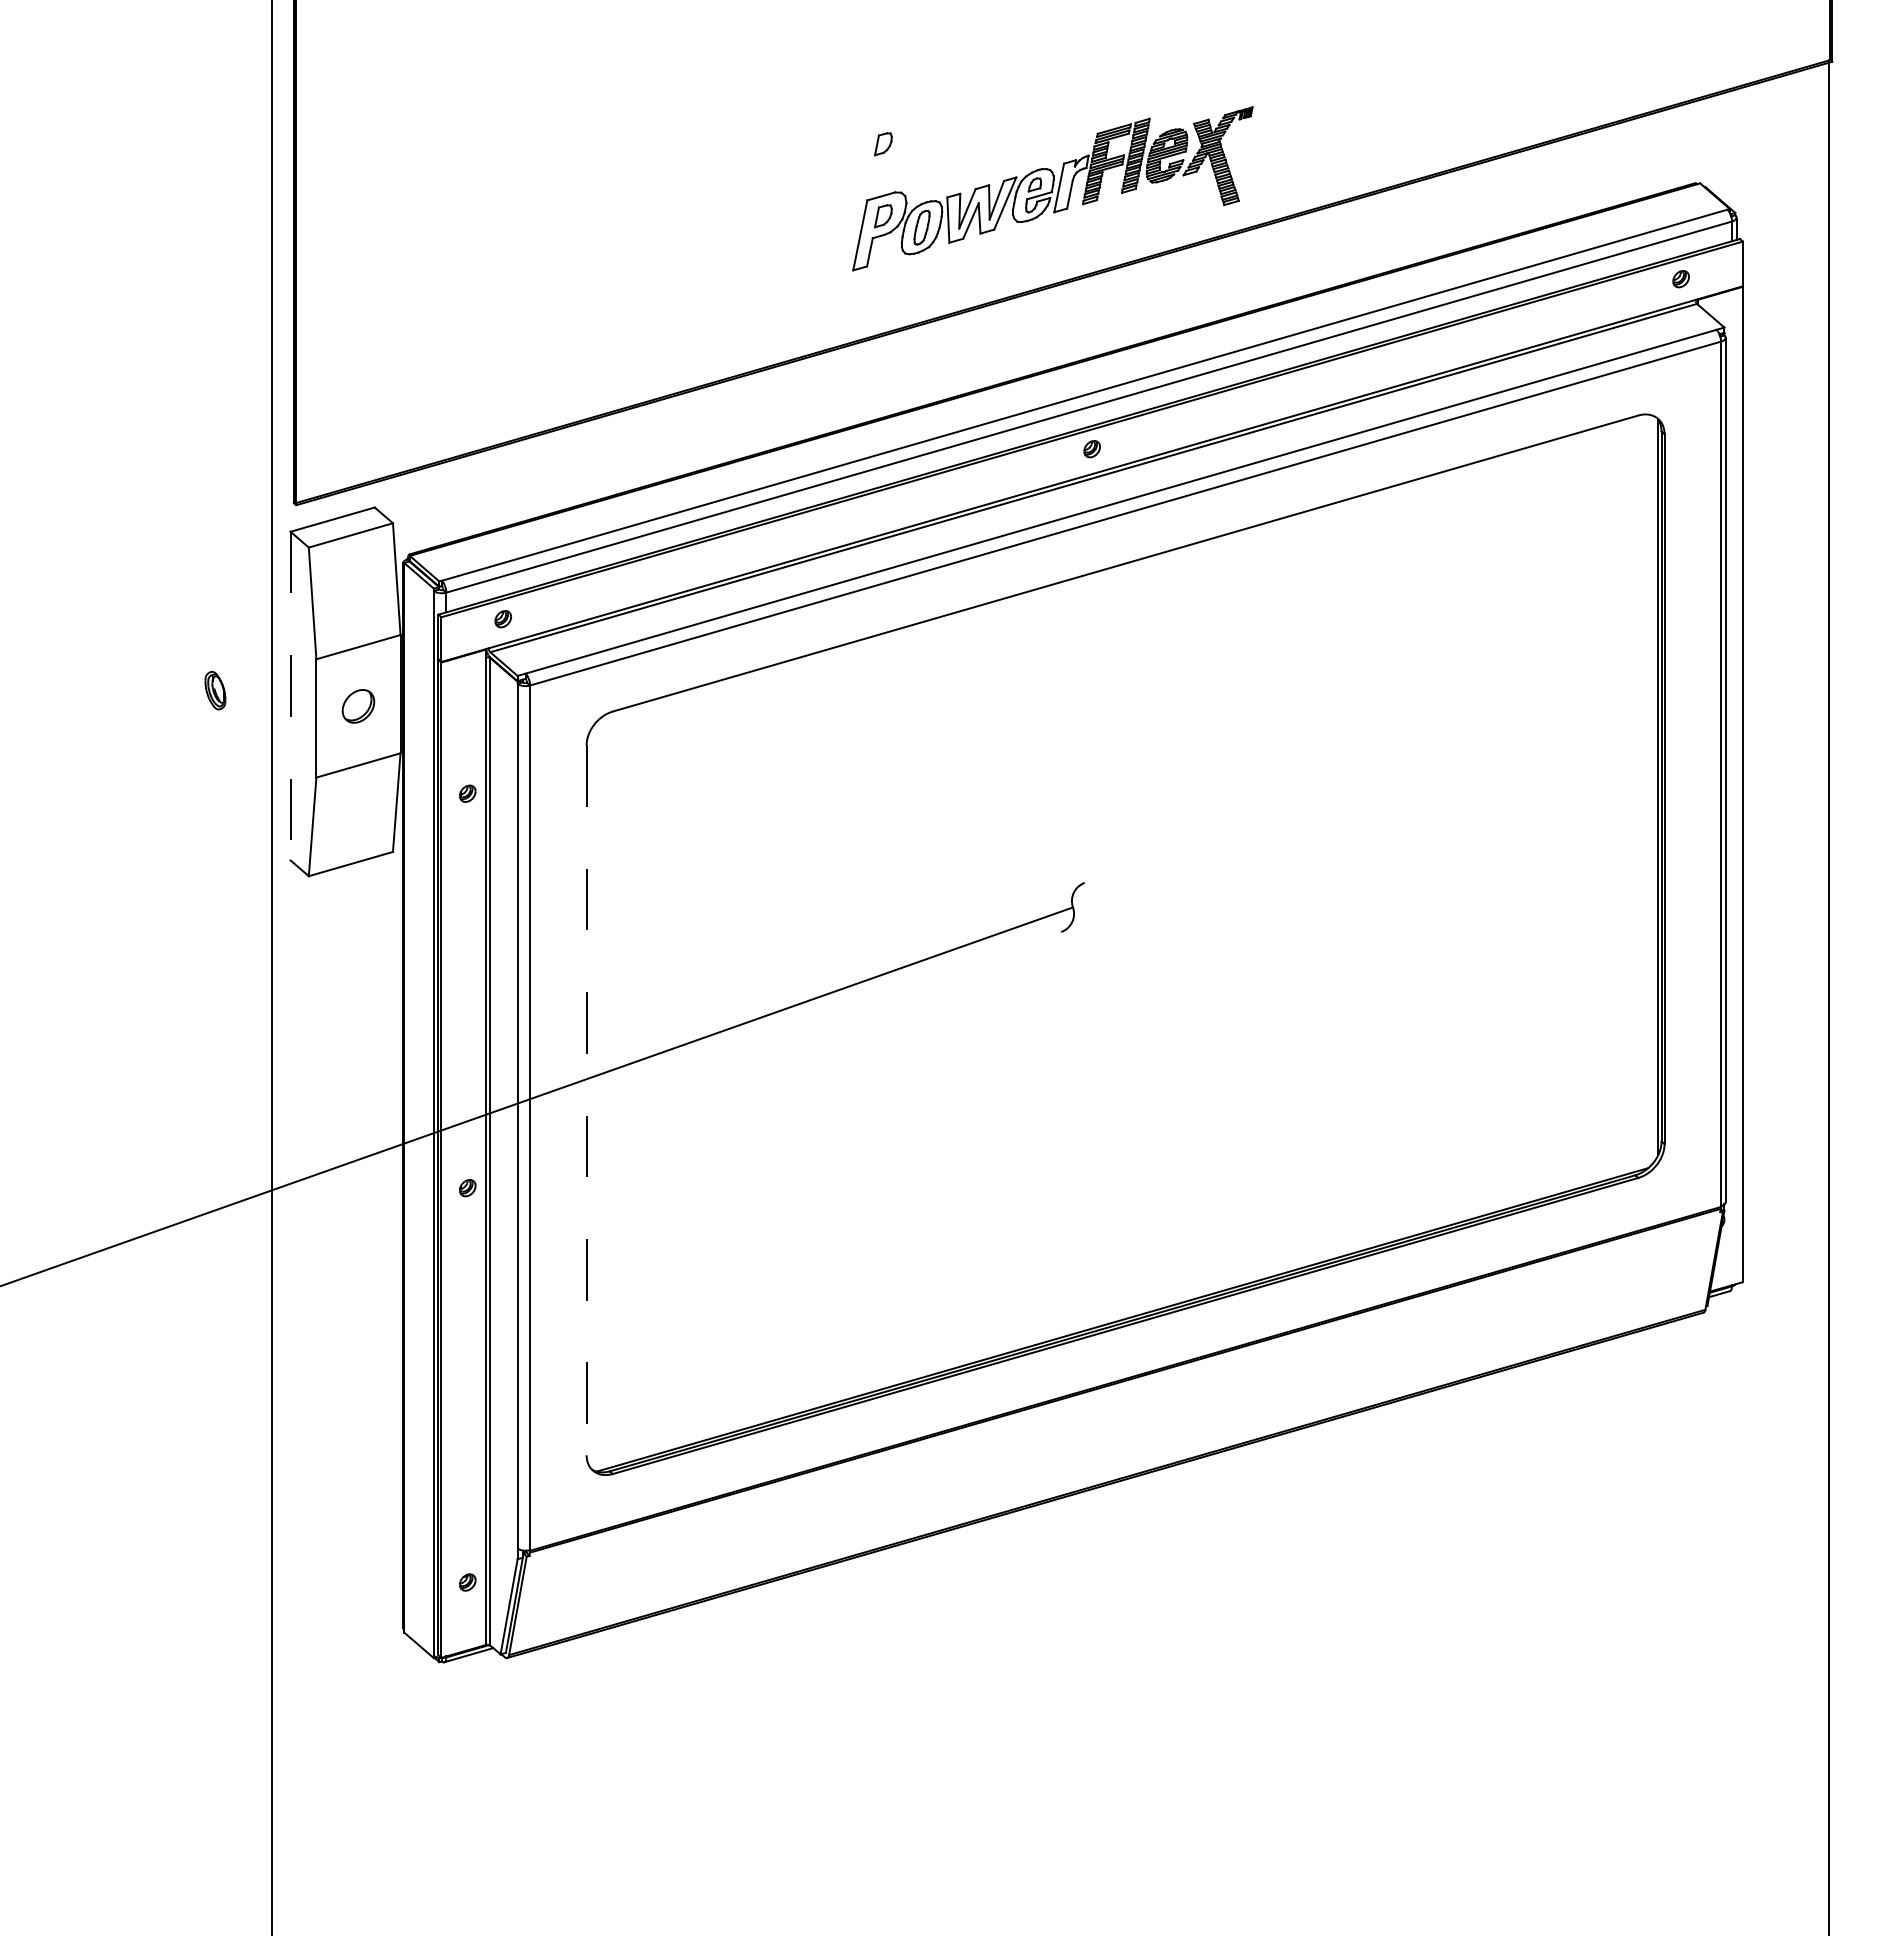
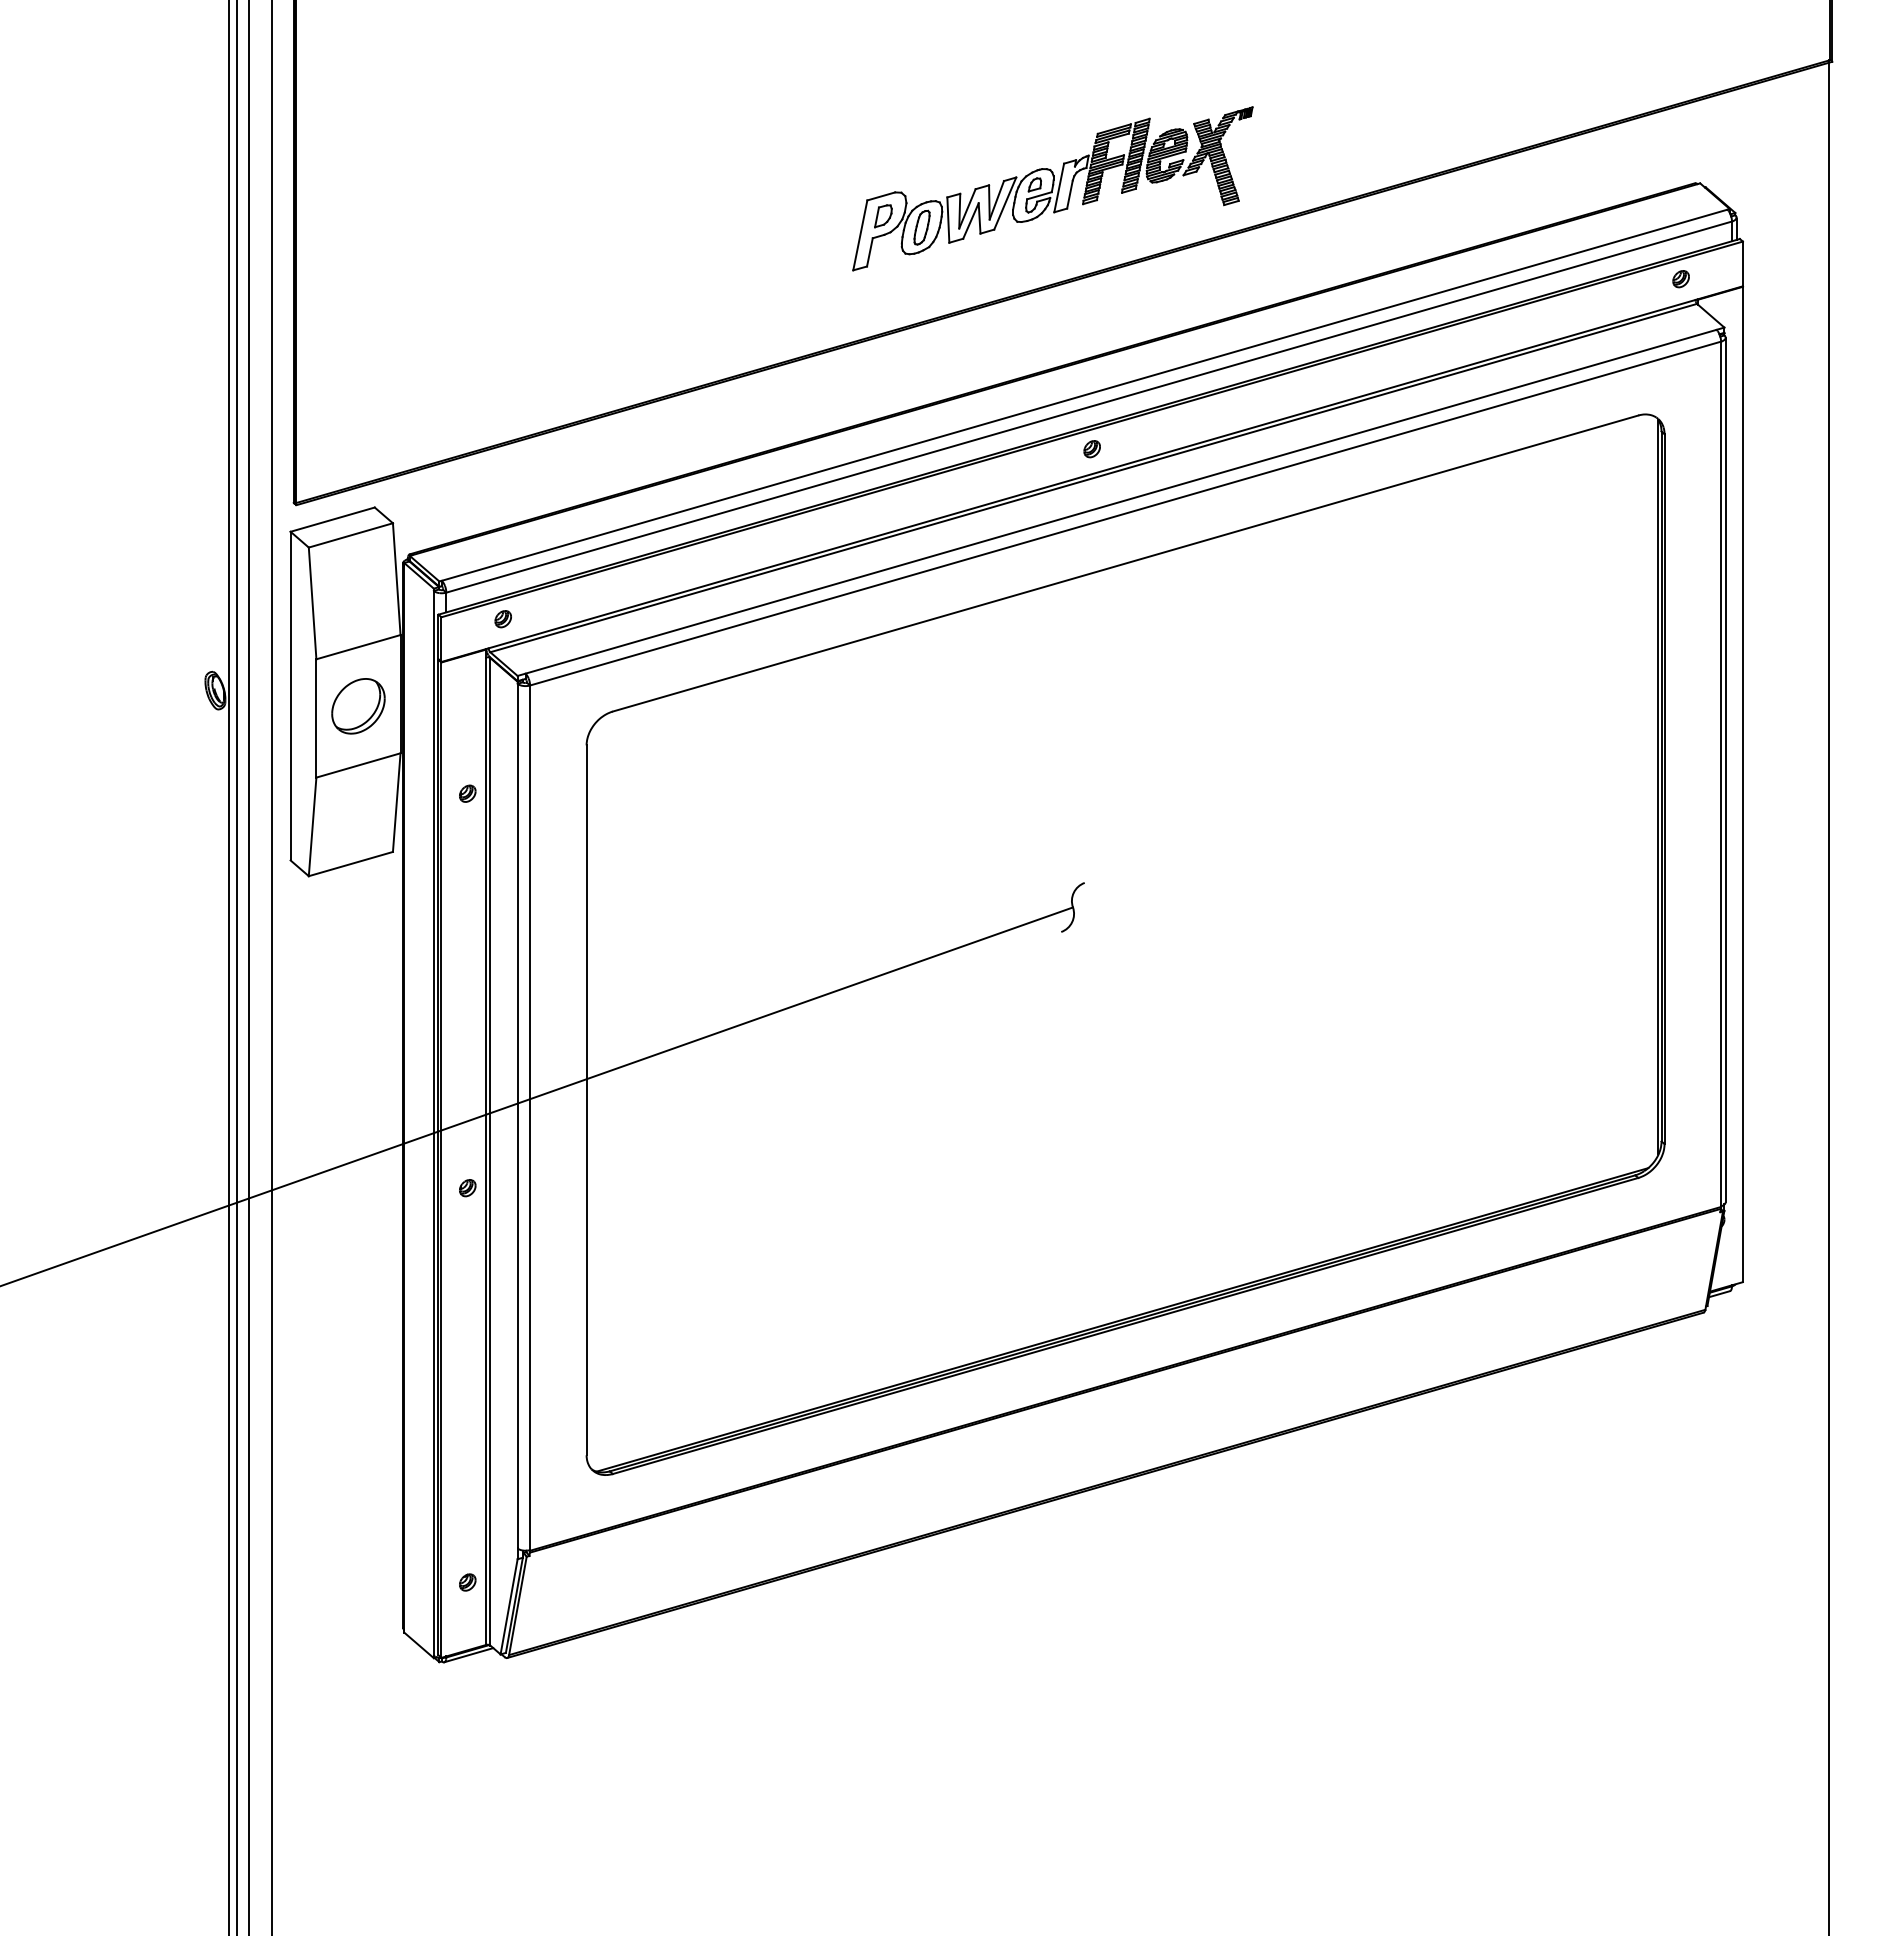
part at (883, 144): present -> none
line at (290, 696): dashed -> solid
part at (358, 706) size: 35x35 px -> 55x57 px
line at (228, 967): none -> present
line at (236, 967): none -> present
line at (249, 967): none -> present
line at (586, 1100): dashed -> solid
